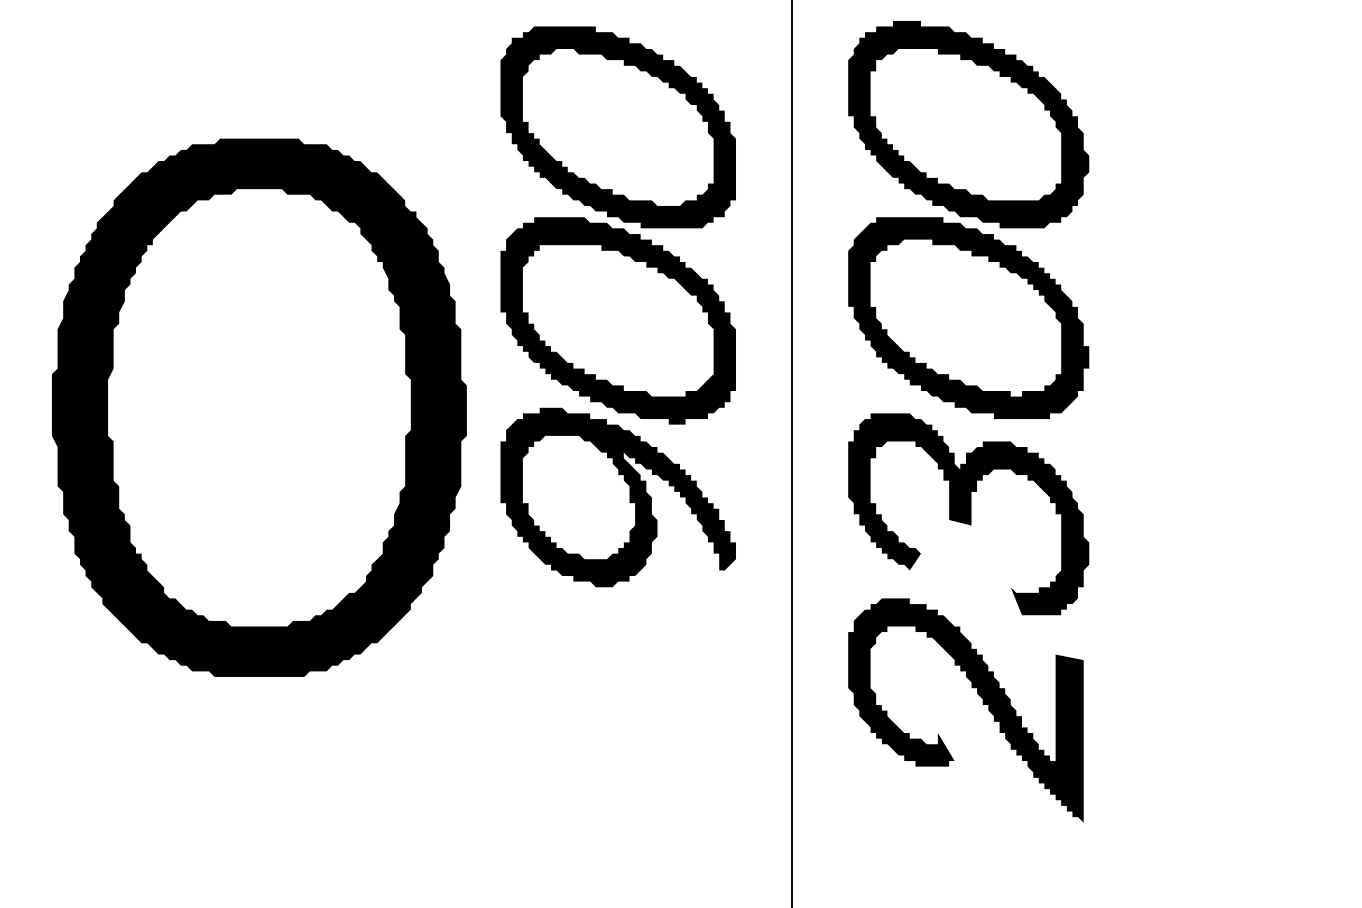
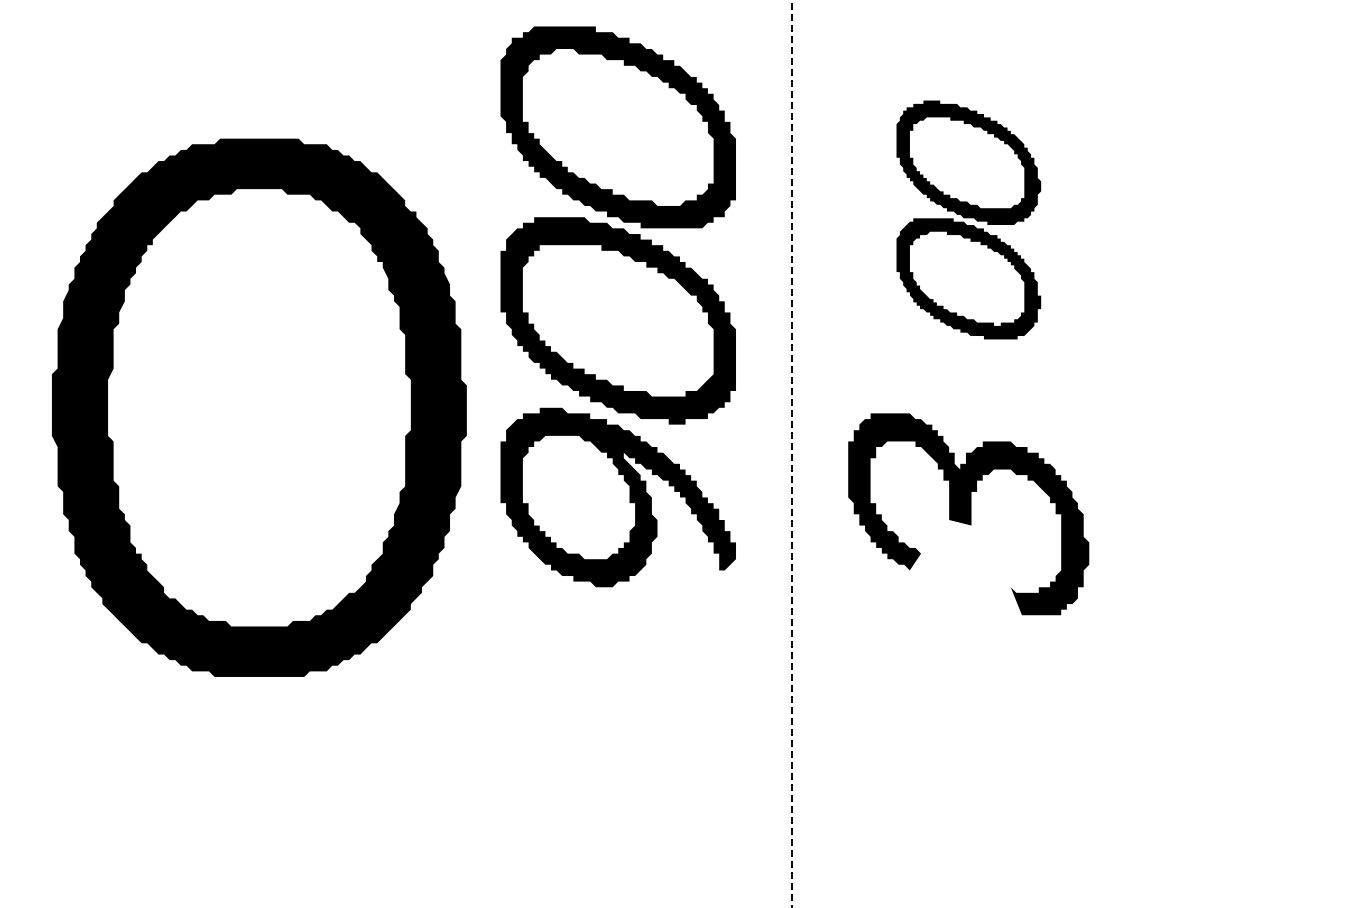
part at (968, 219) size: 242x398 px -> 146x240 px
line at (792, 454): solid -> dashed
fill at (965, 710): present -> none
